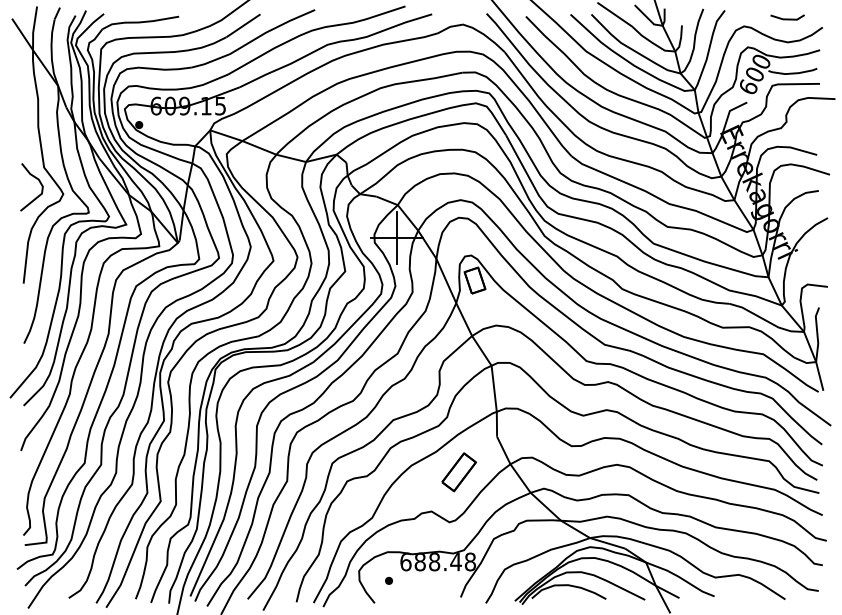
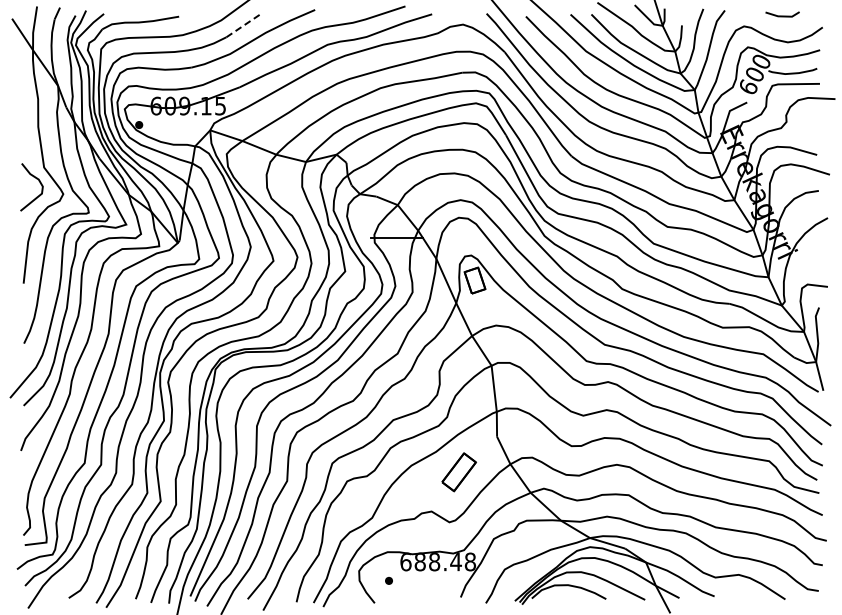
line at (787, 18) position: (787, 18) -> (782, 15)
line at (243, 25): solid -> dashed
line at (396, 238): present -> none
